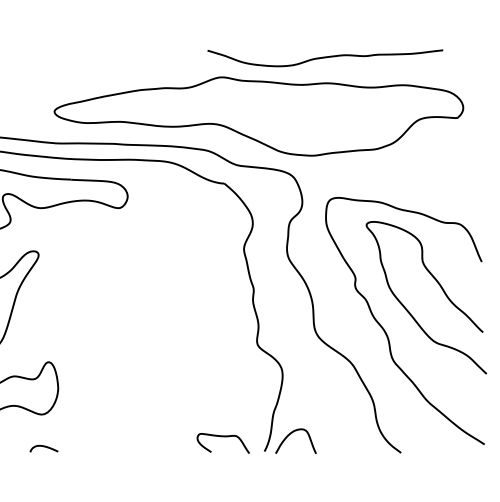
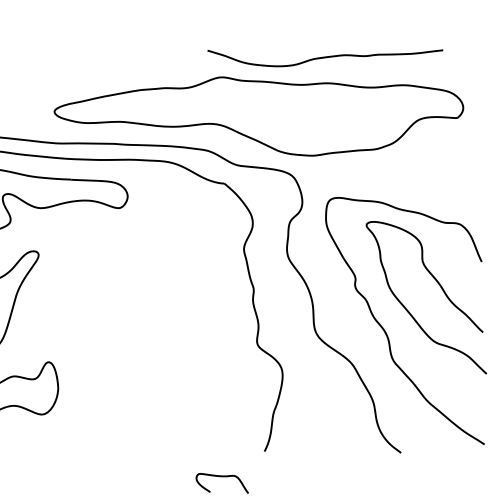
curve at (292, 433): present -> none
curve at (222, 437) position: (222, 437) -> (221, 477)
curve at (43, 447): present -> none
